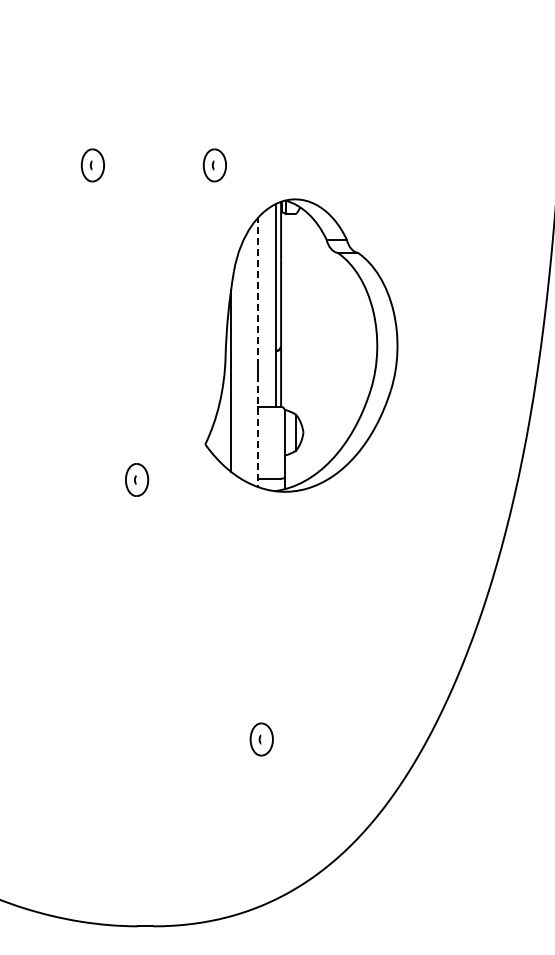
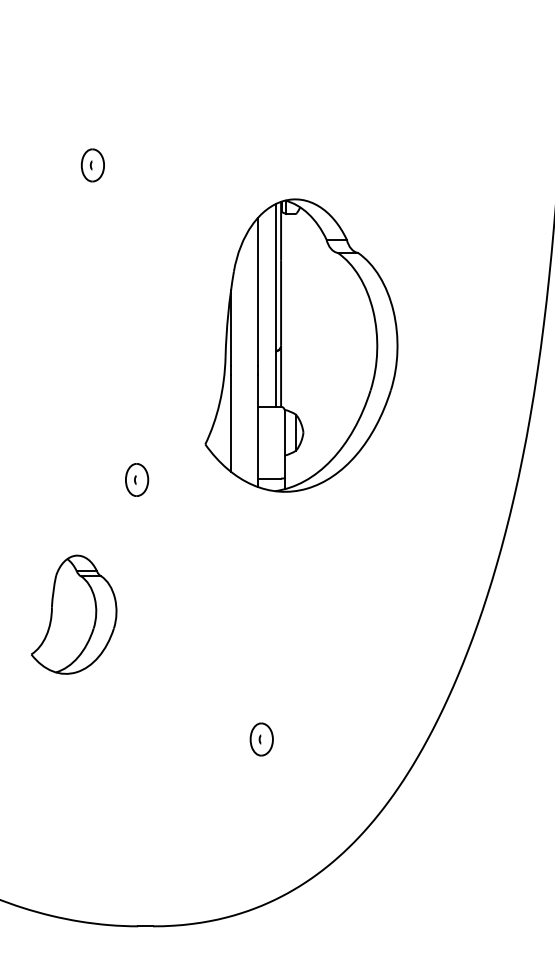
part at (214, 165): present -> none
line at (257, 291): dashed -> solid
line at (257, 431): dashed -> solid
part at (74, 614): none -> present
